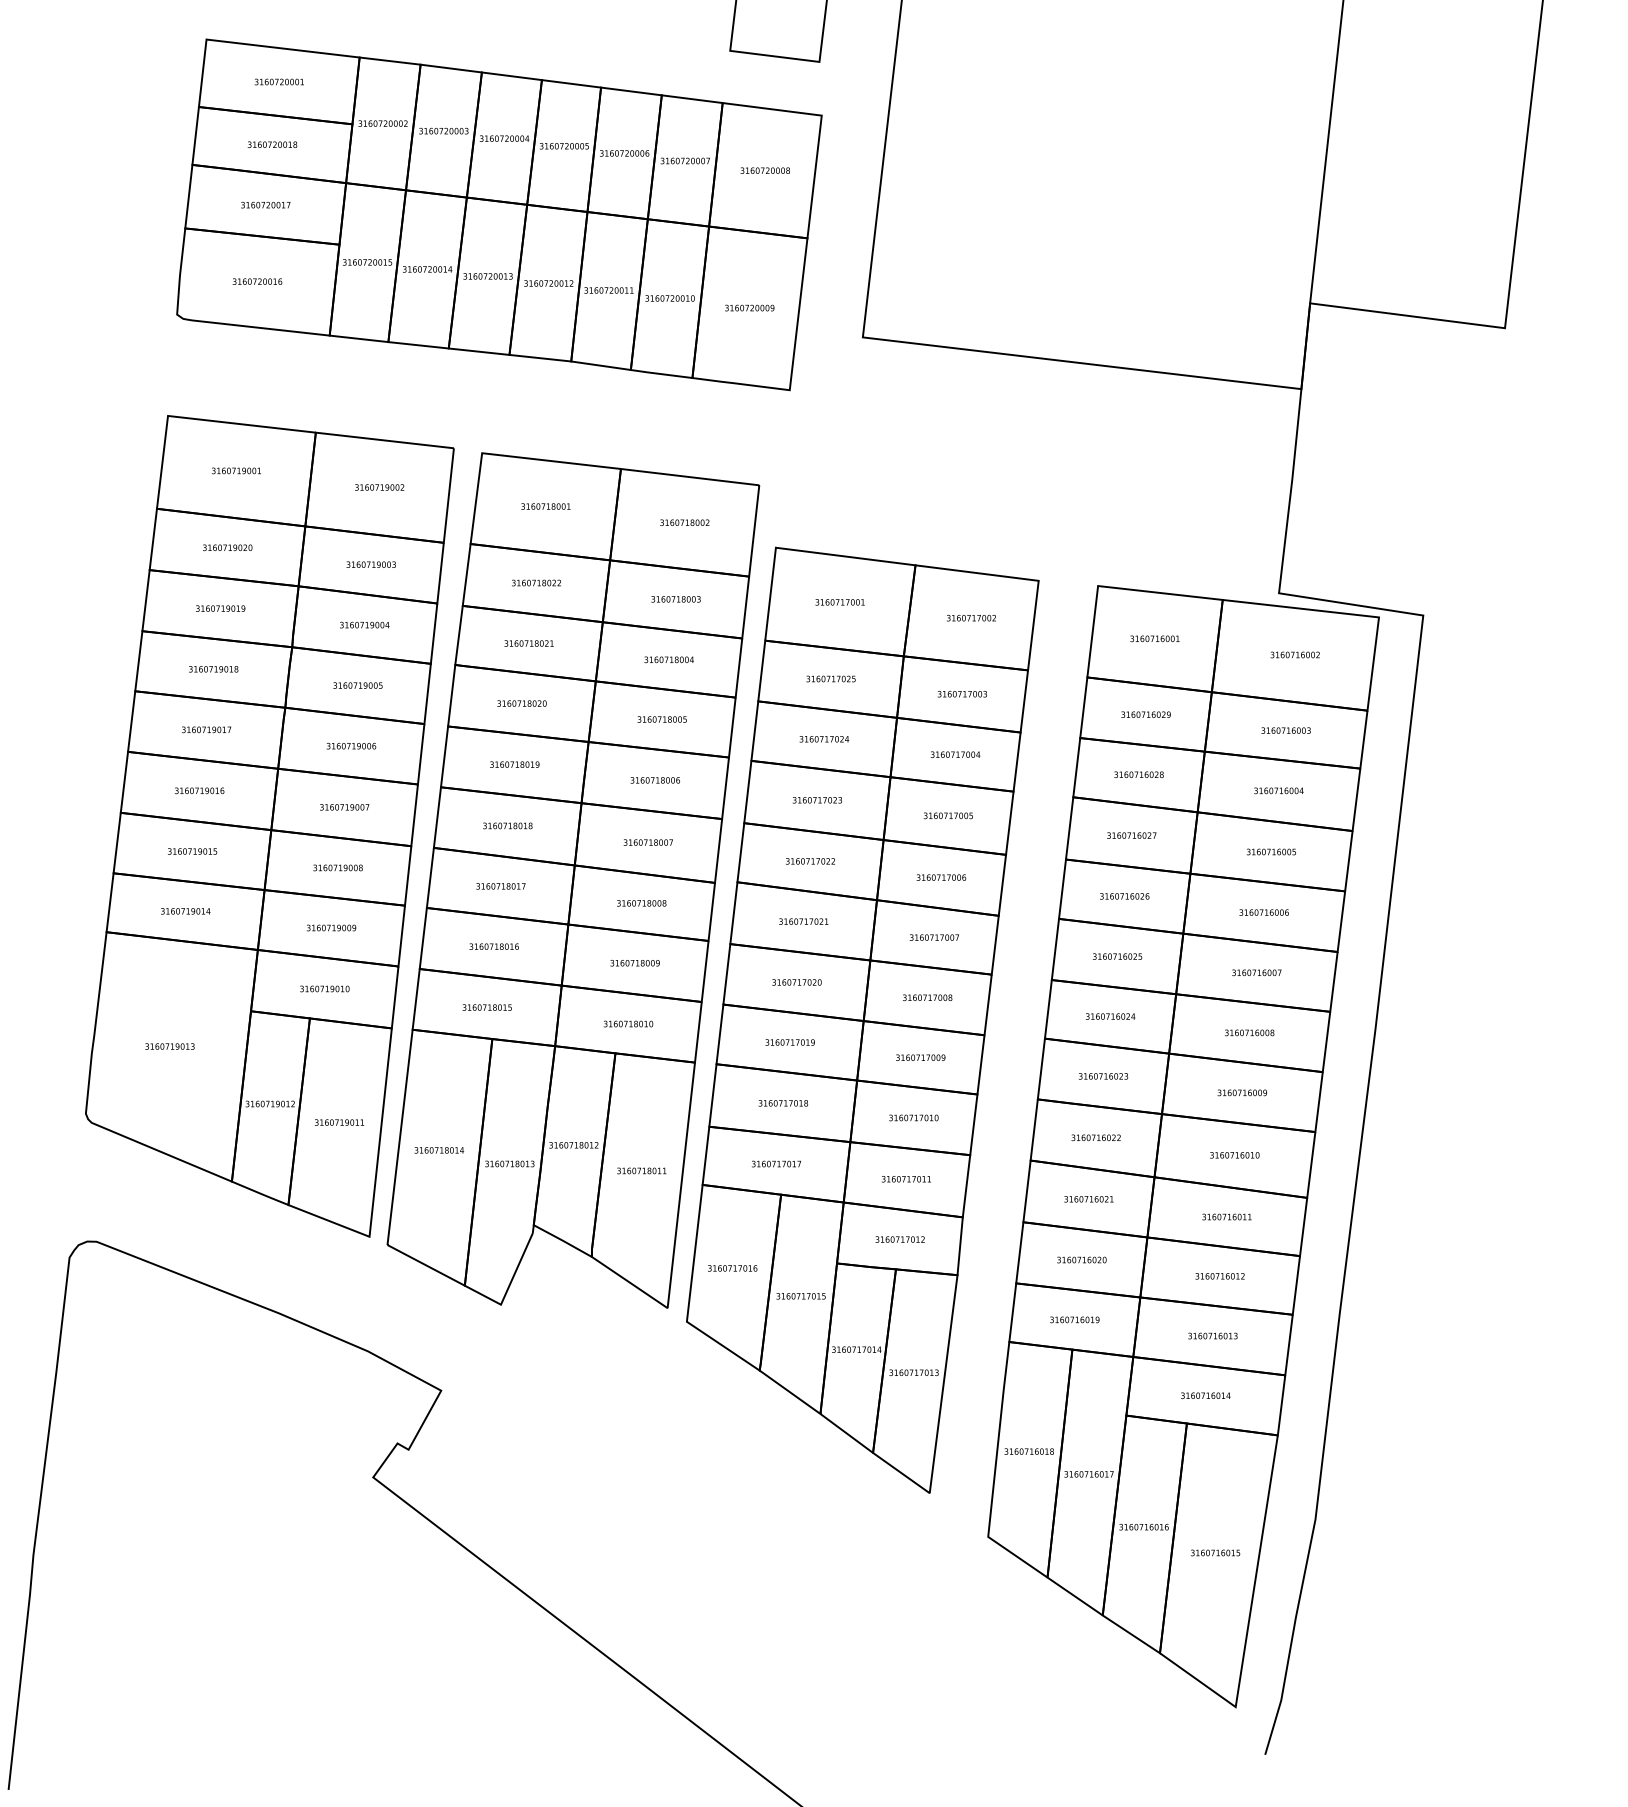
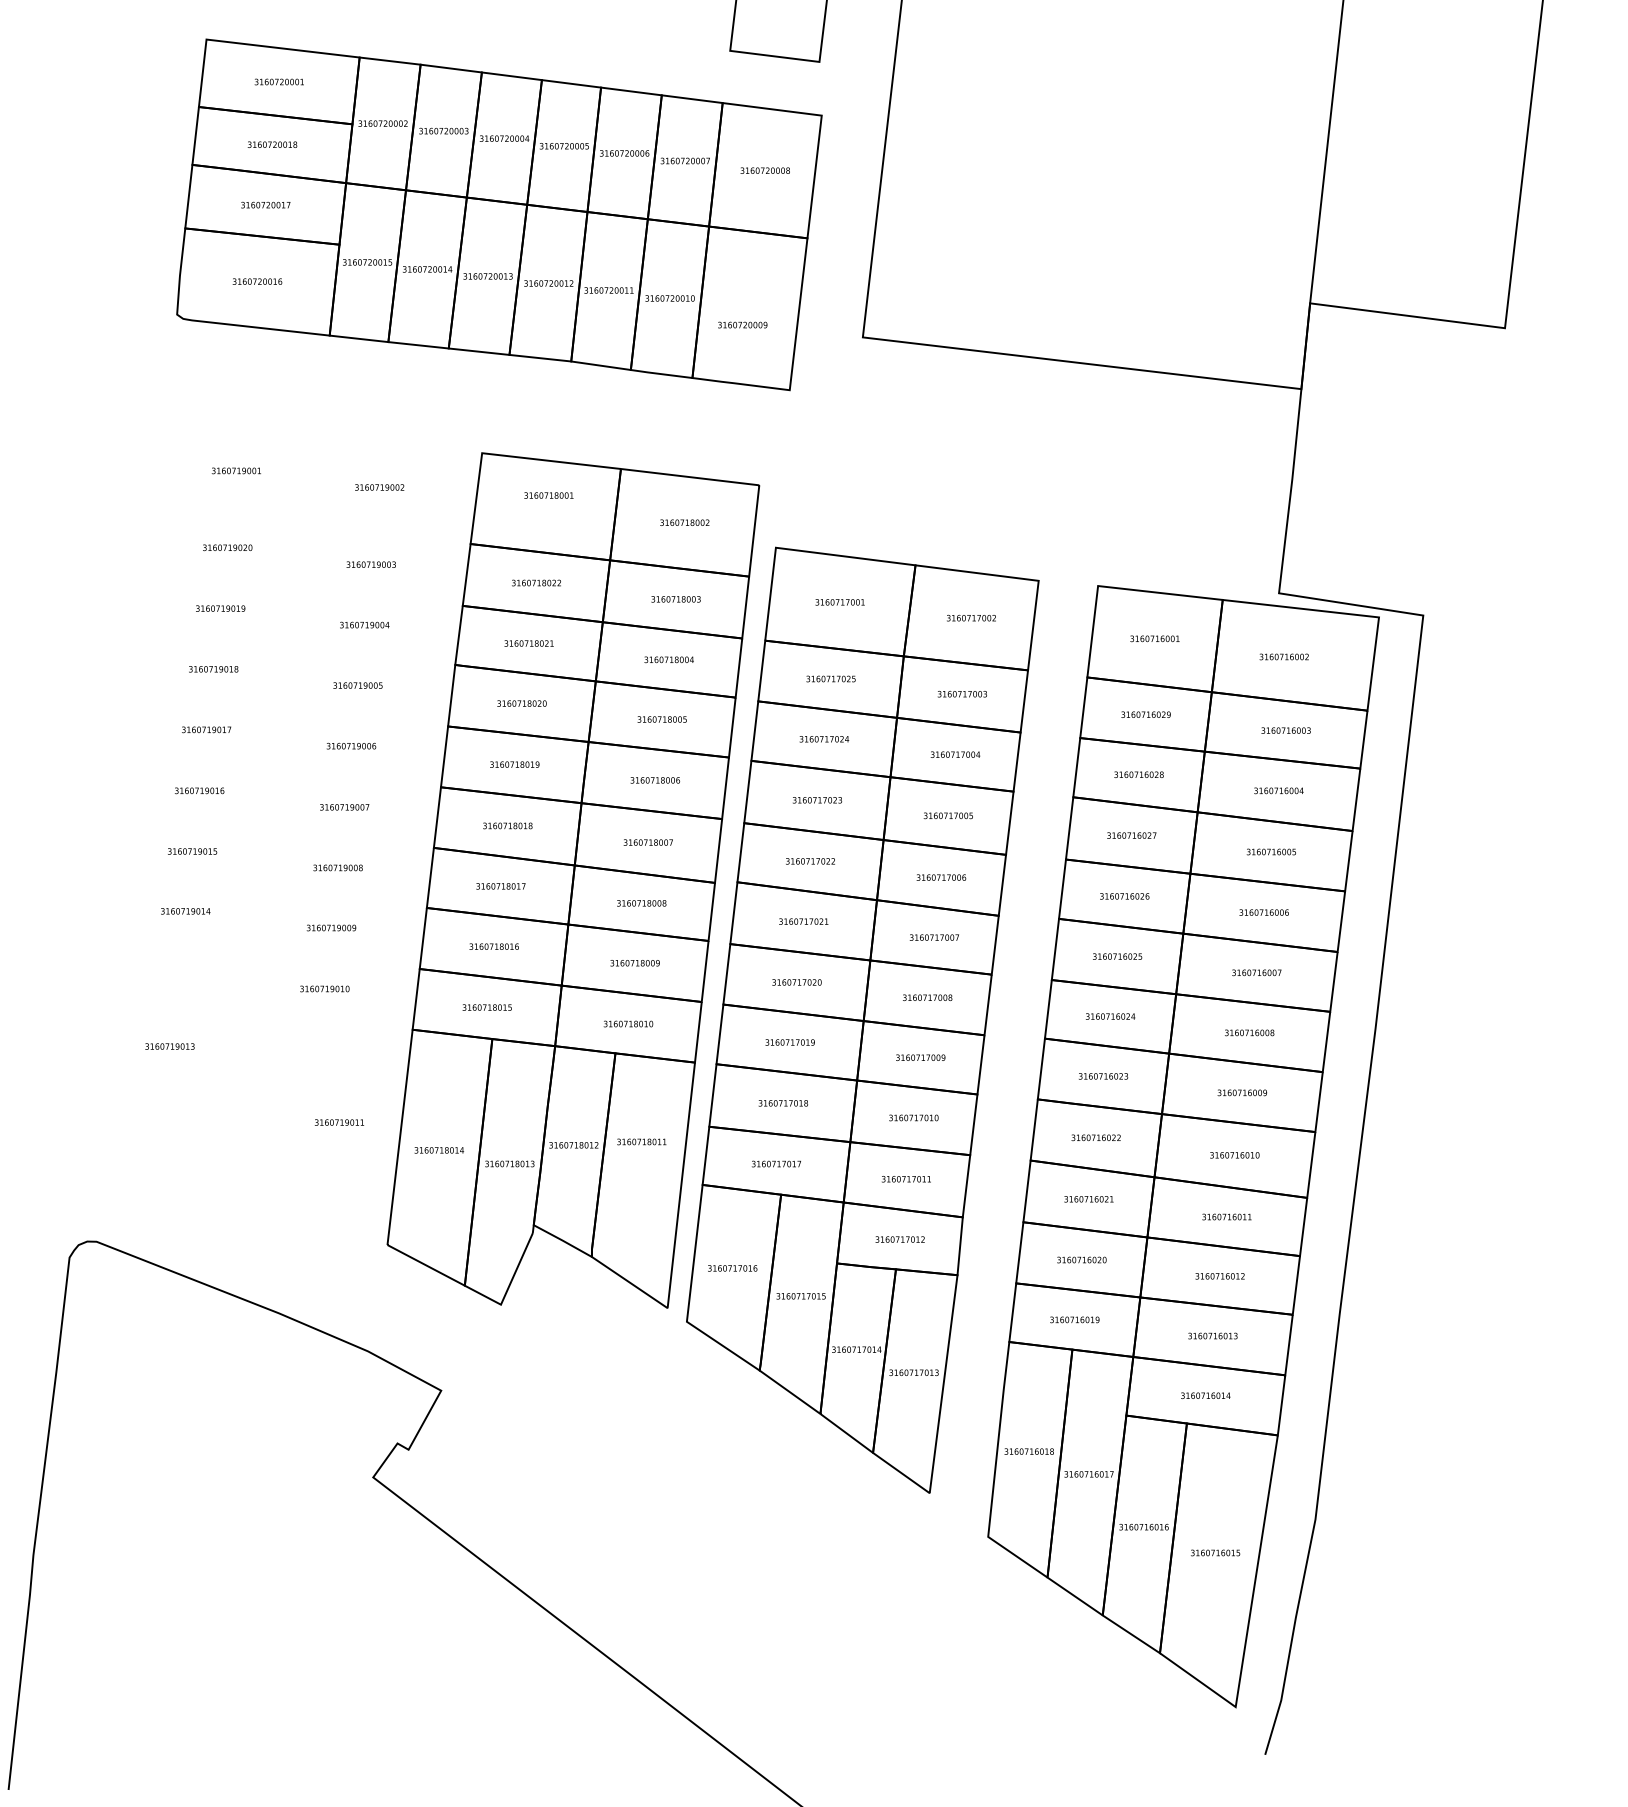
text at (749, 307) position: (749, 307) -> (742, 324)
text at (545, 506) position: (545, 506) -> (548, 495)
text at (1294, 654) position: (1294, 654) -> (1283, 656)
part at (269, 826): present -> none
text at (641, 1170) position: (641, 1170) -> (641, 1141)
